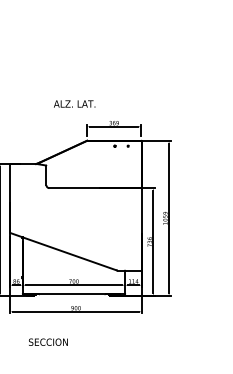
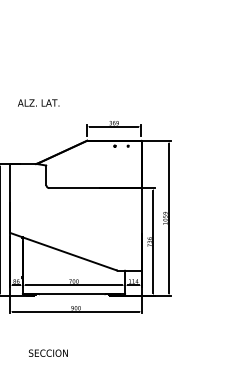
text at (74, 103) position: (74, 103) -> (38, 102)
text at (48, 341) position: (48, 341) -> (48, 352)
